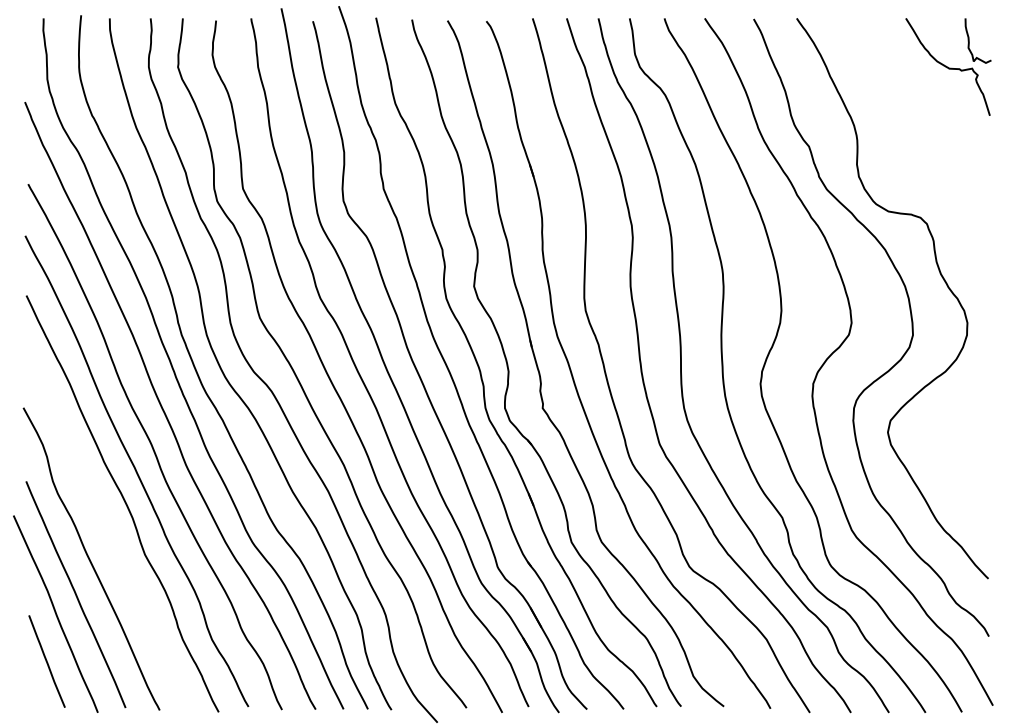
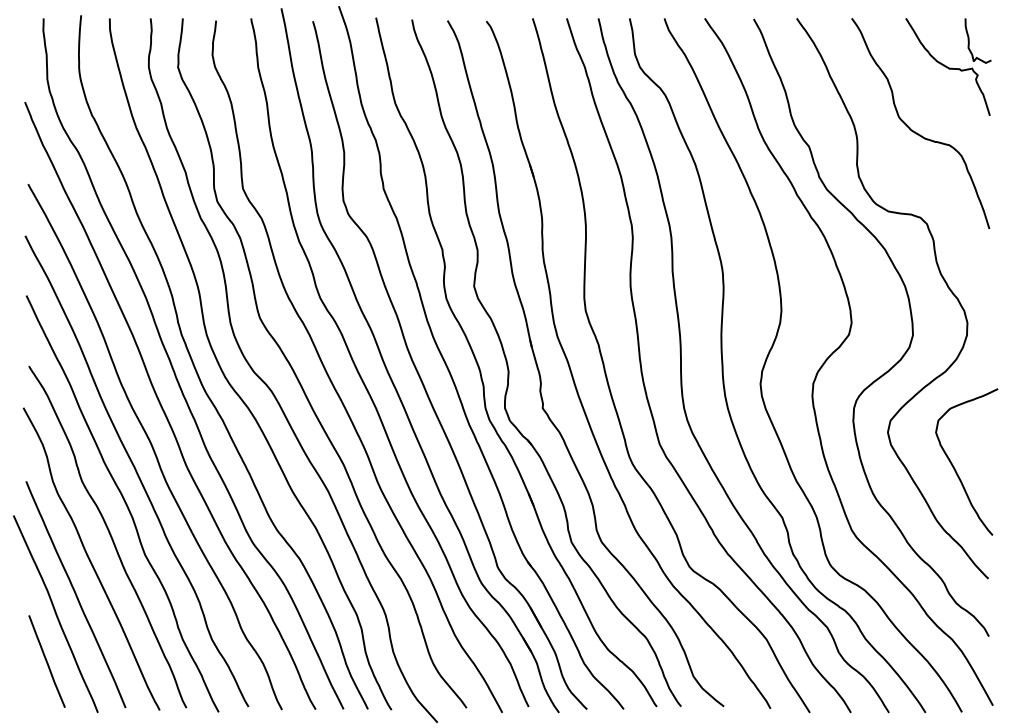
curve at (915, 131): none -> present
curve at (954, 466): none -> present
curve at (109, 535): none -> present
